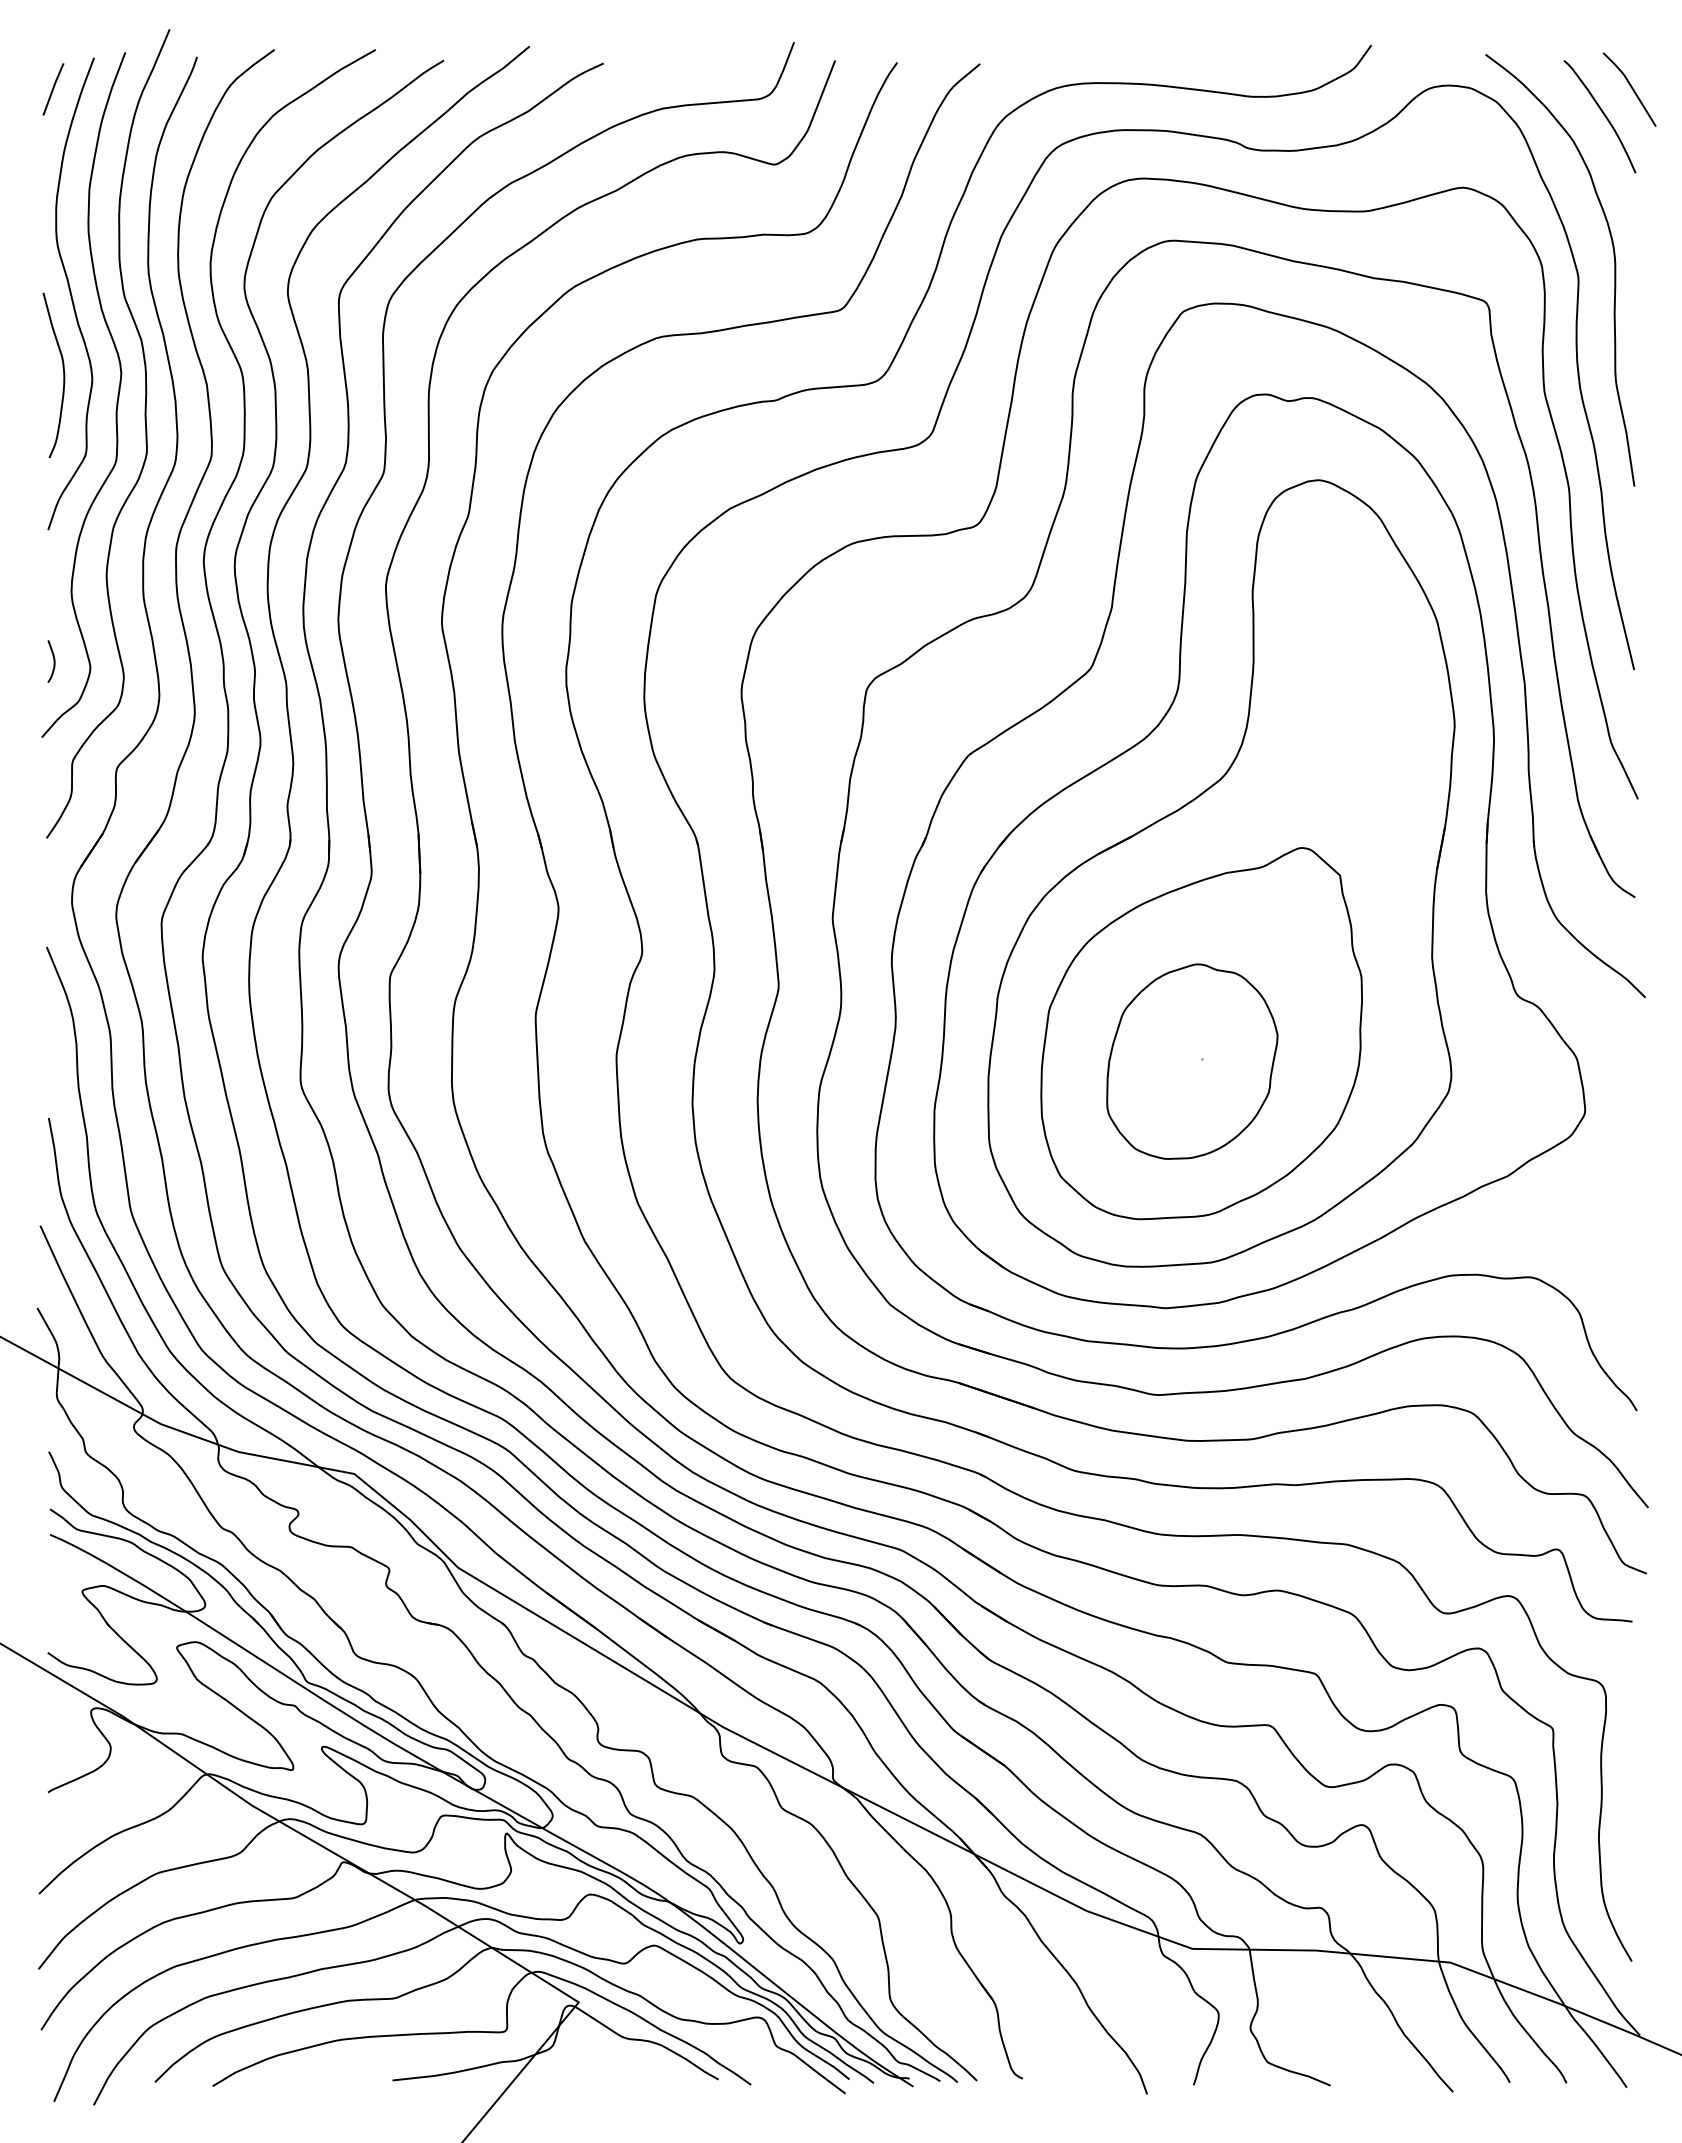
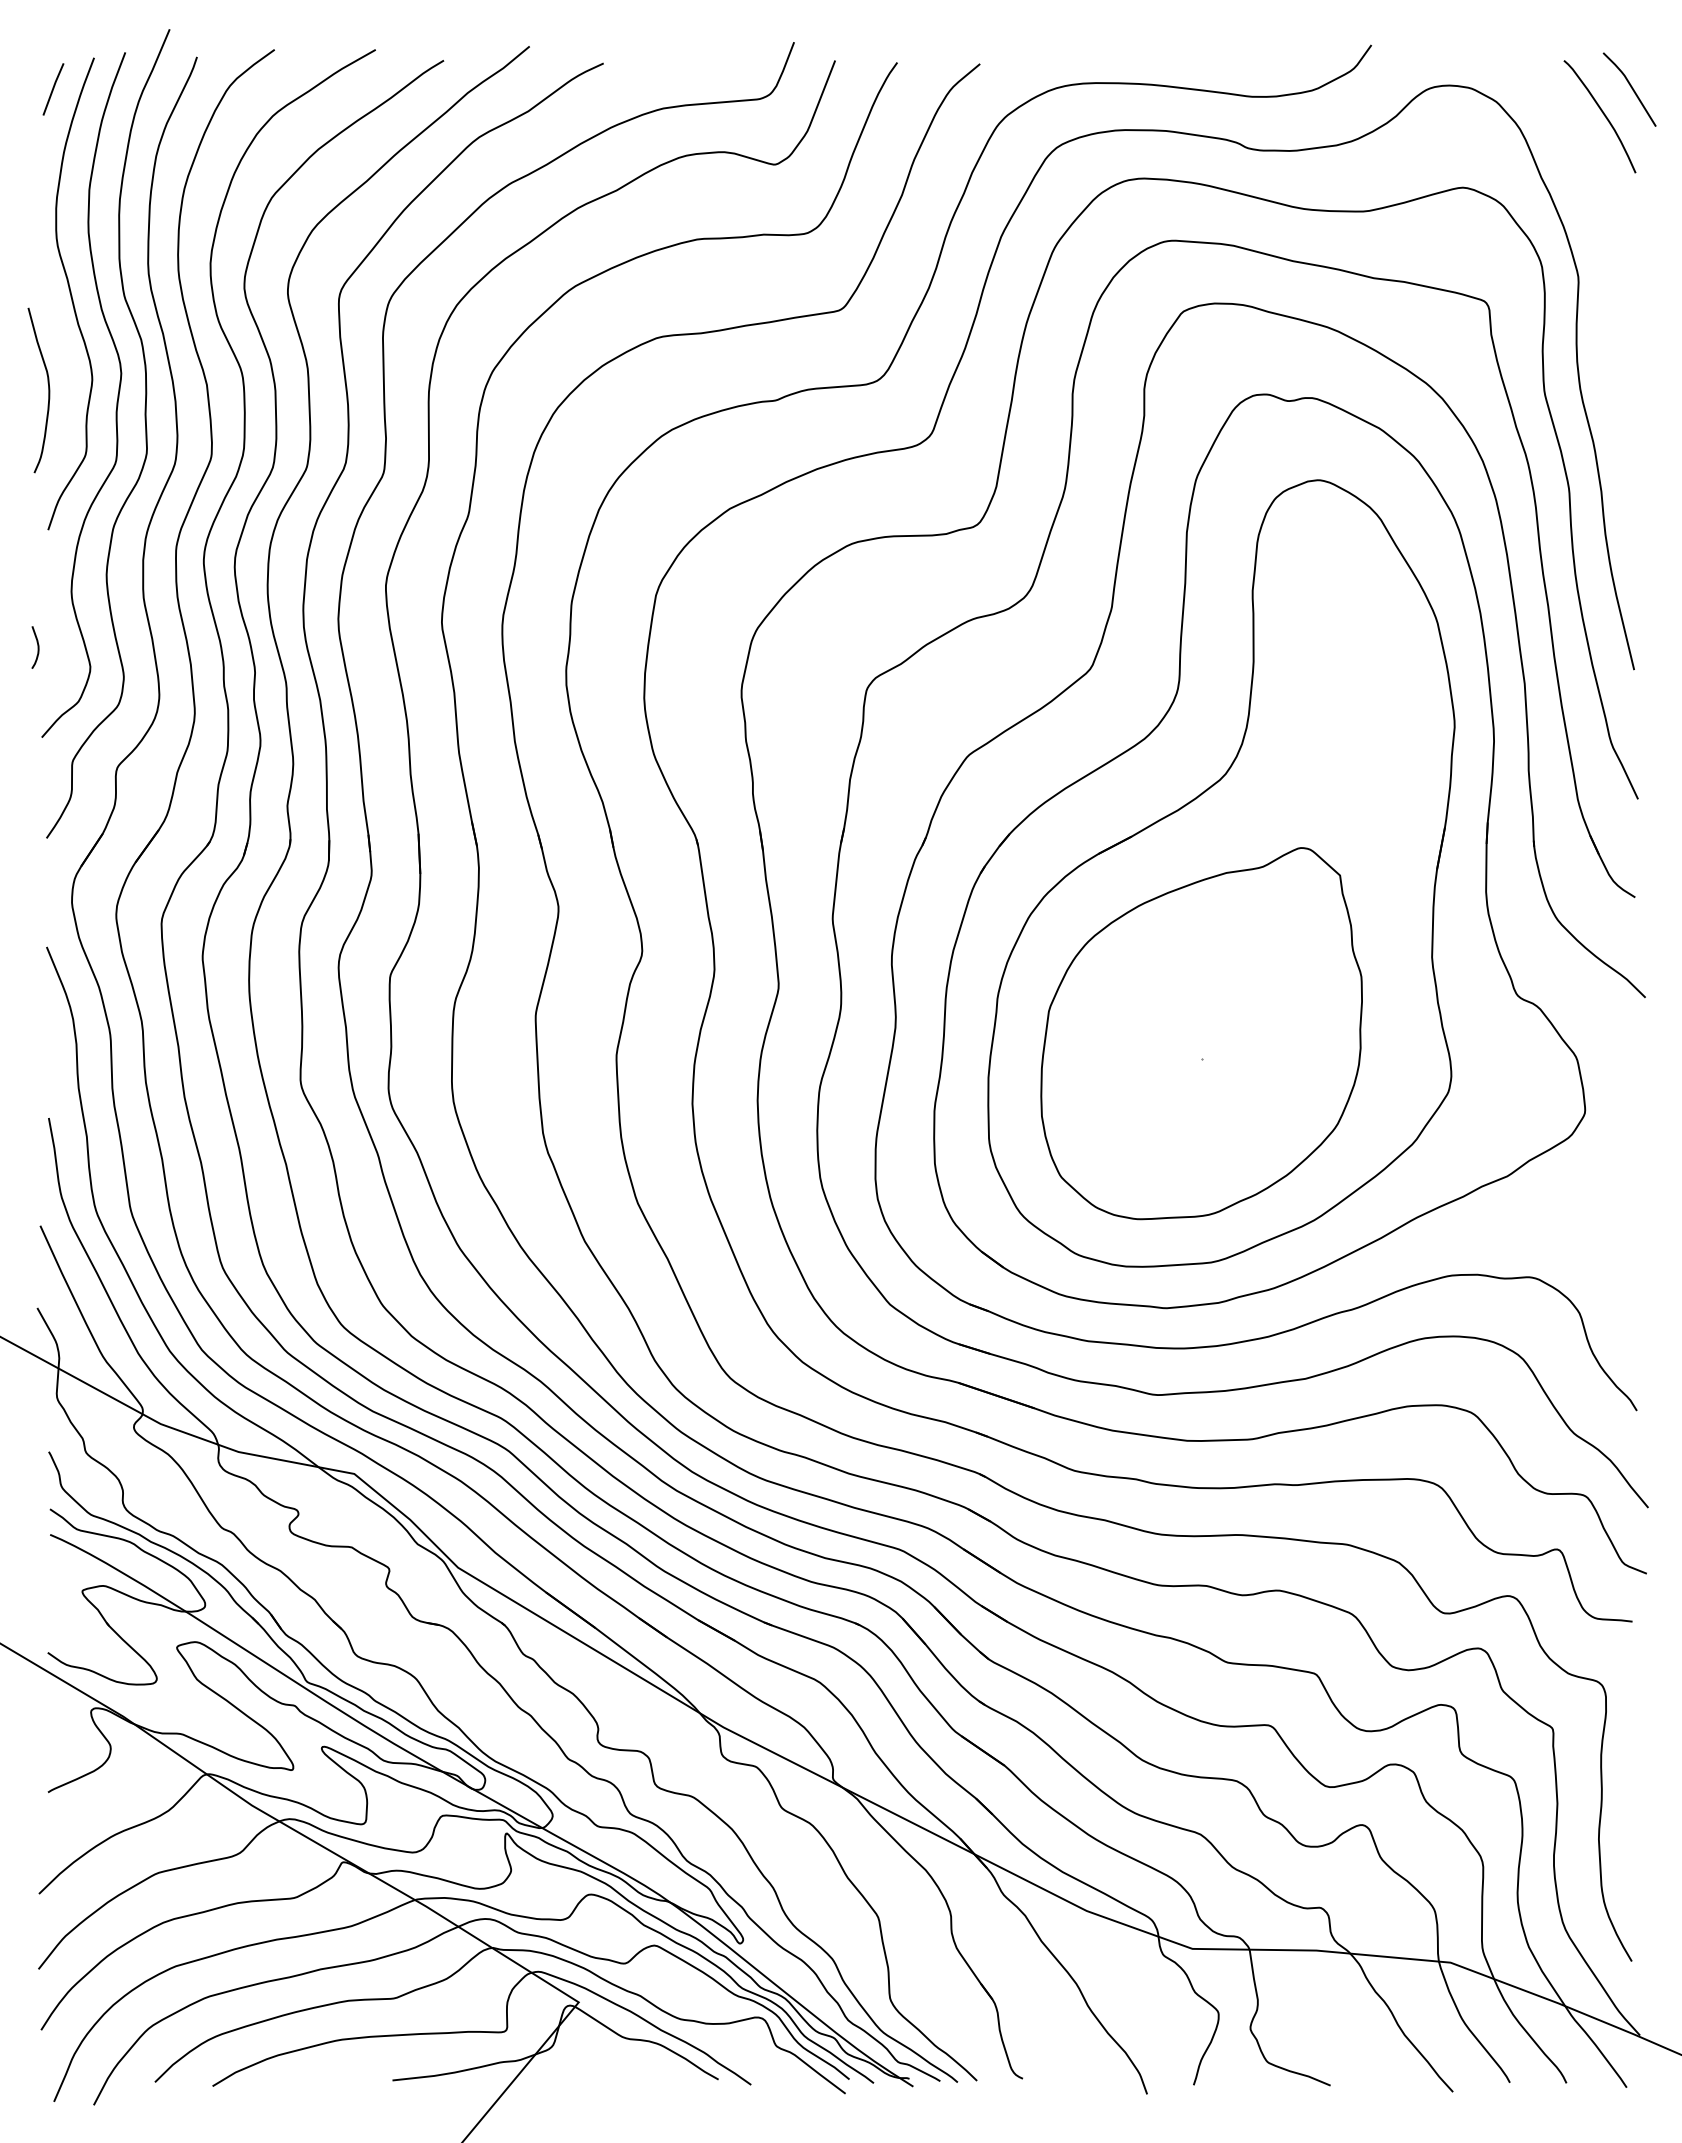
curve at (1614, 270): present -> none
curve at (63, 375) position: (63, 375) -> (48, 390)
curve at (53, 661) position: (53, 661) -> (37, 647)
part at (1192, 1061): present -> none
